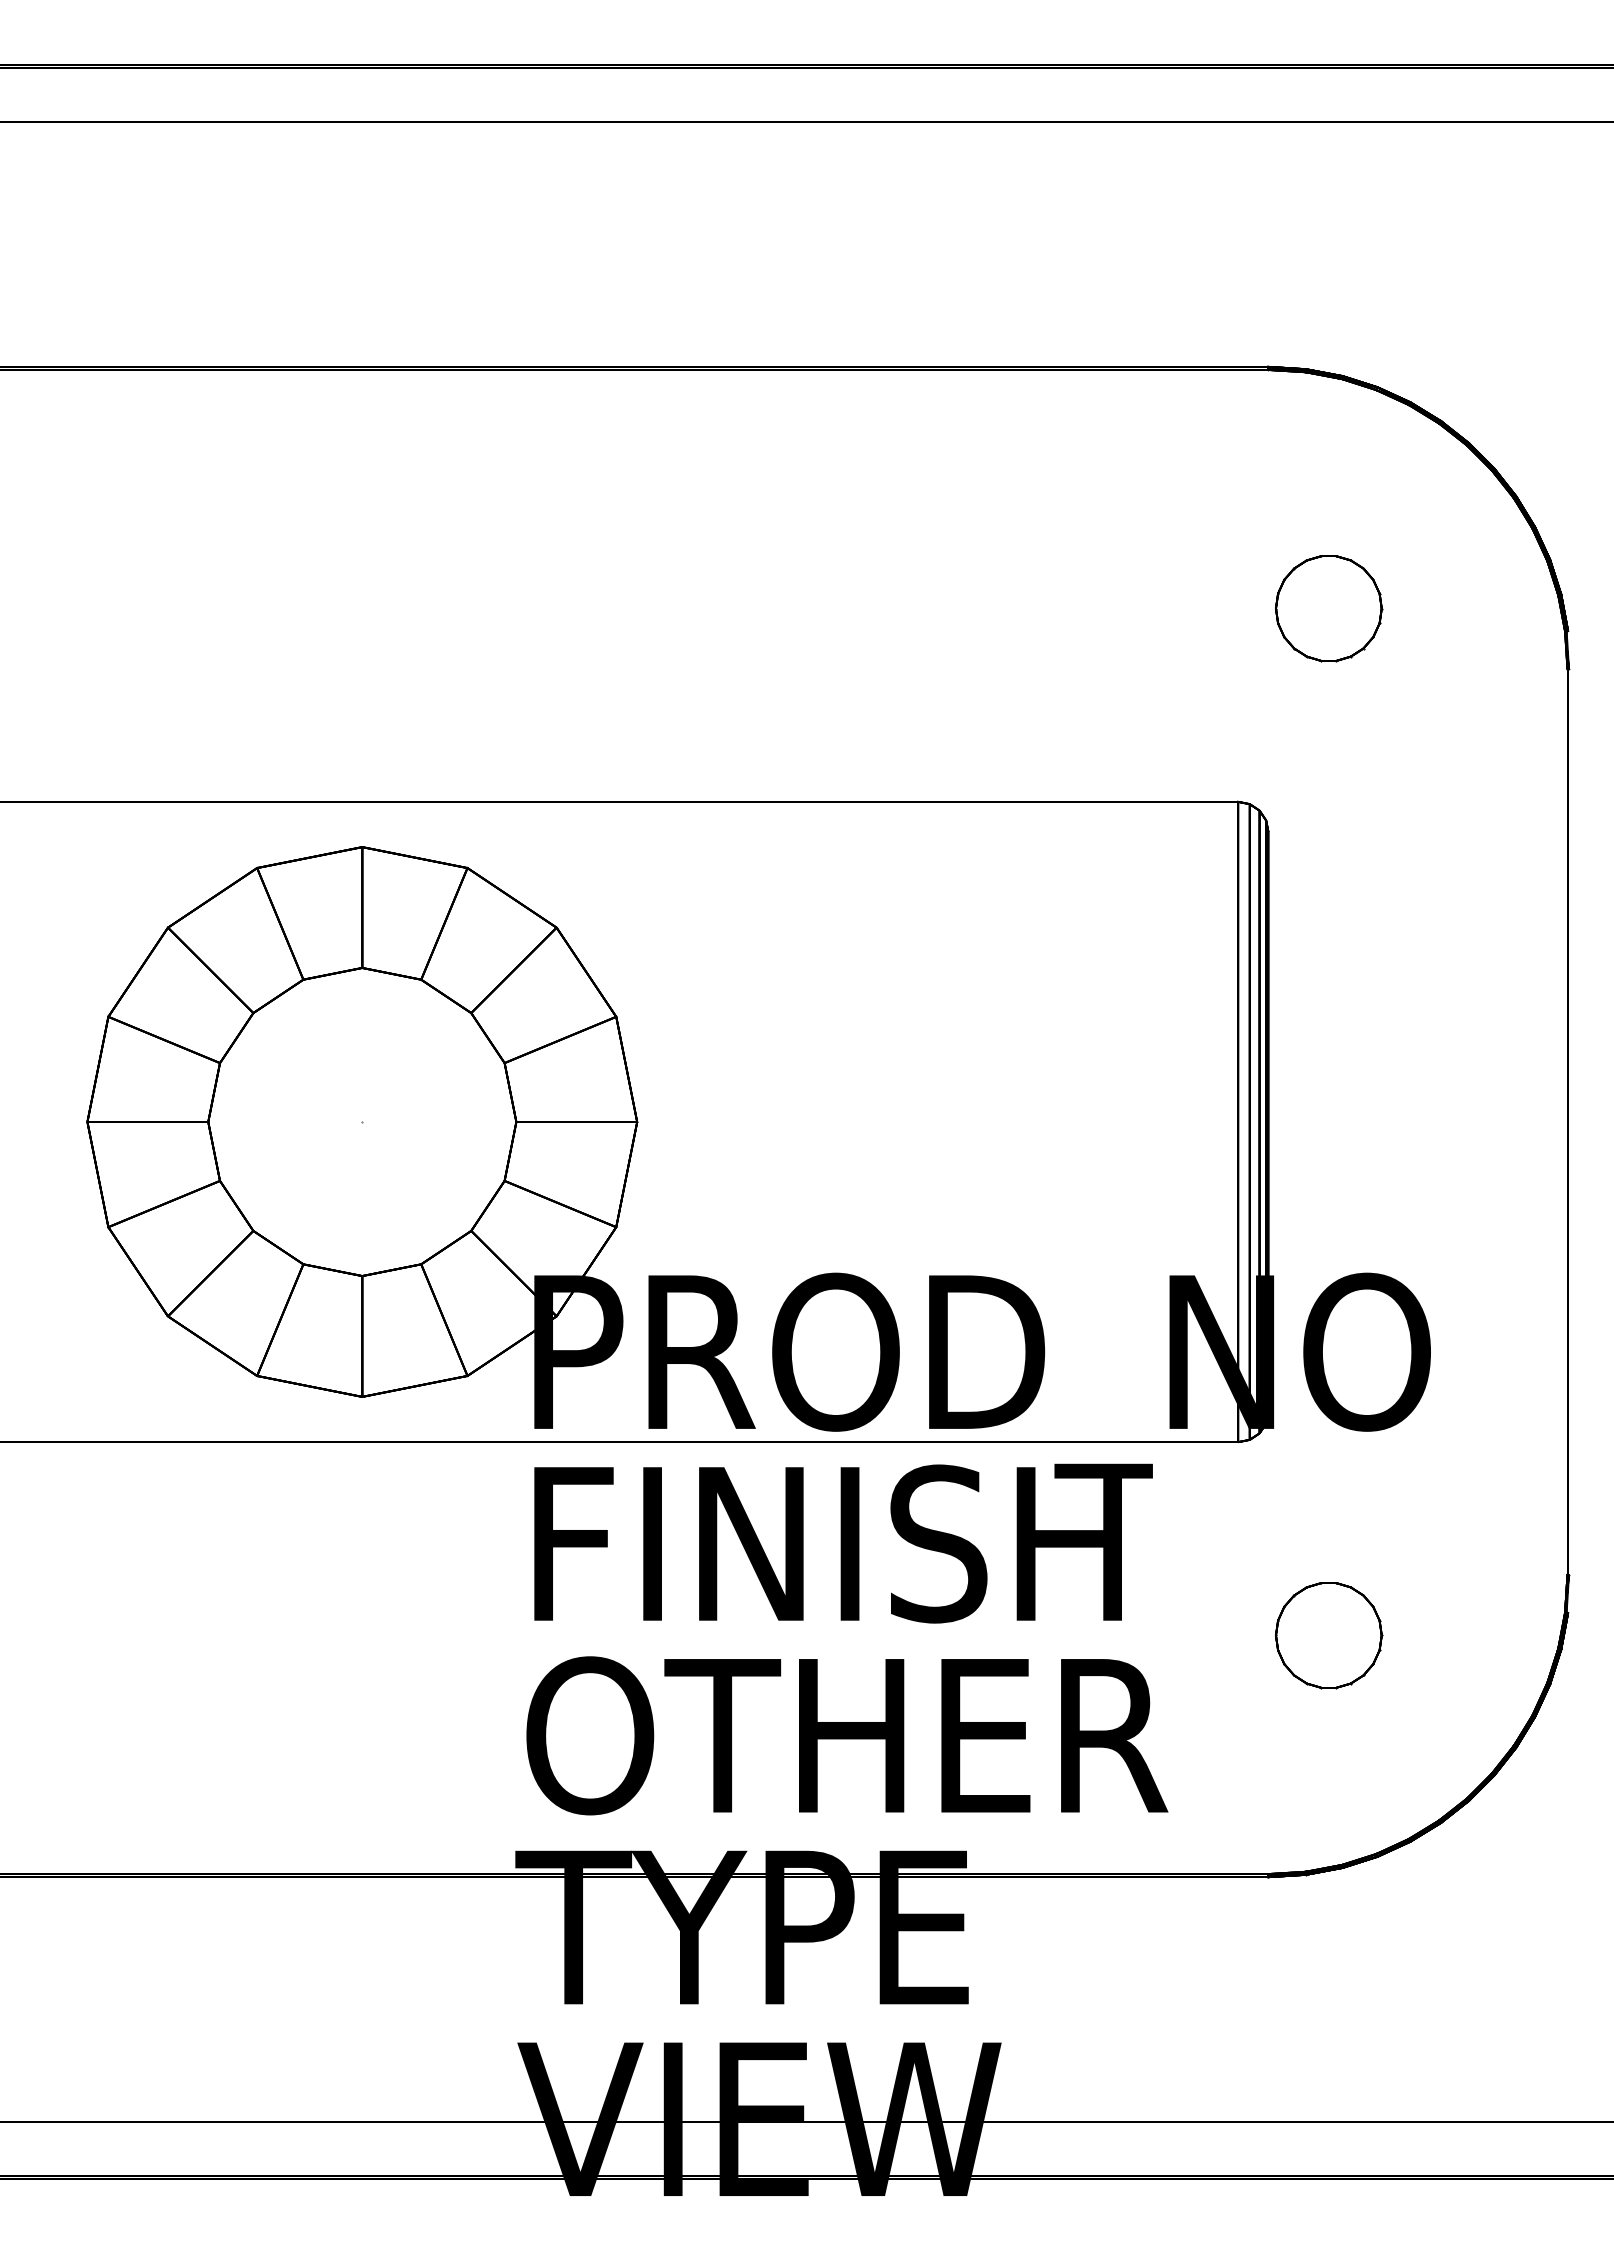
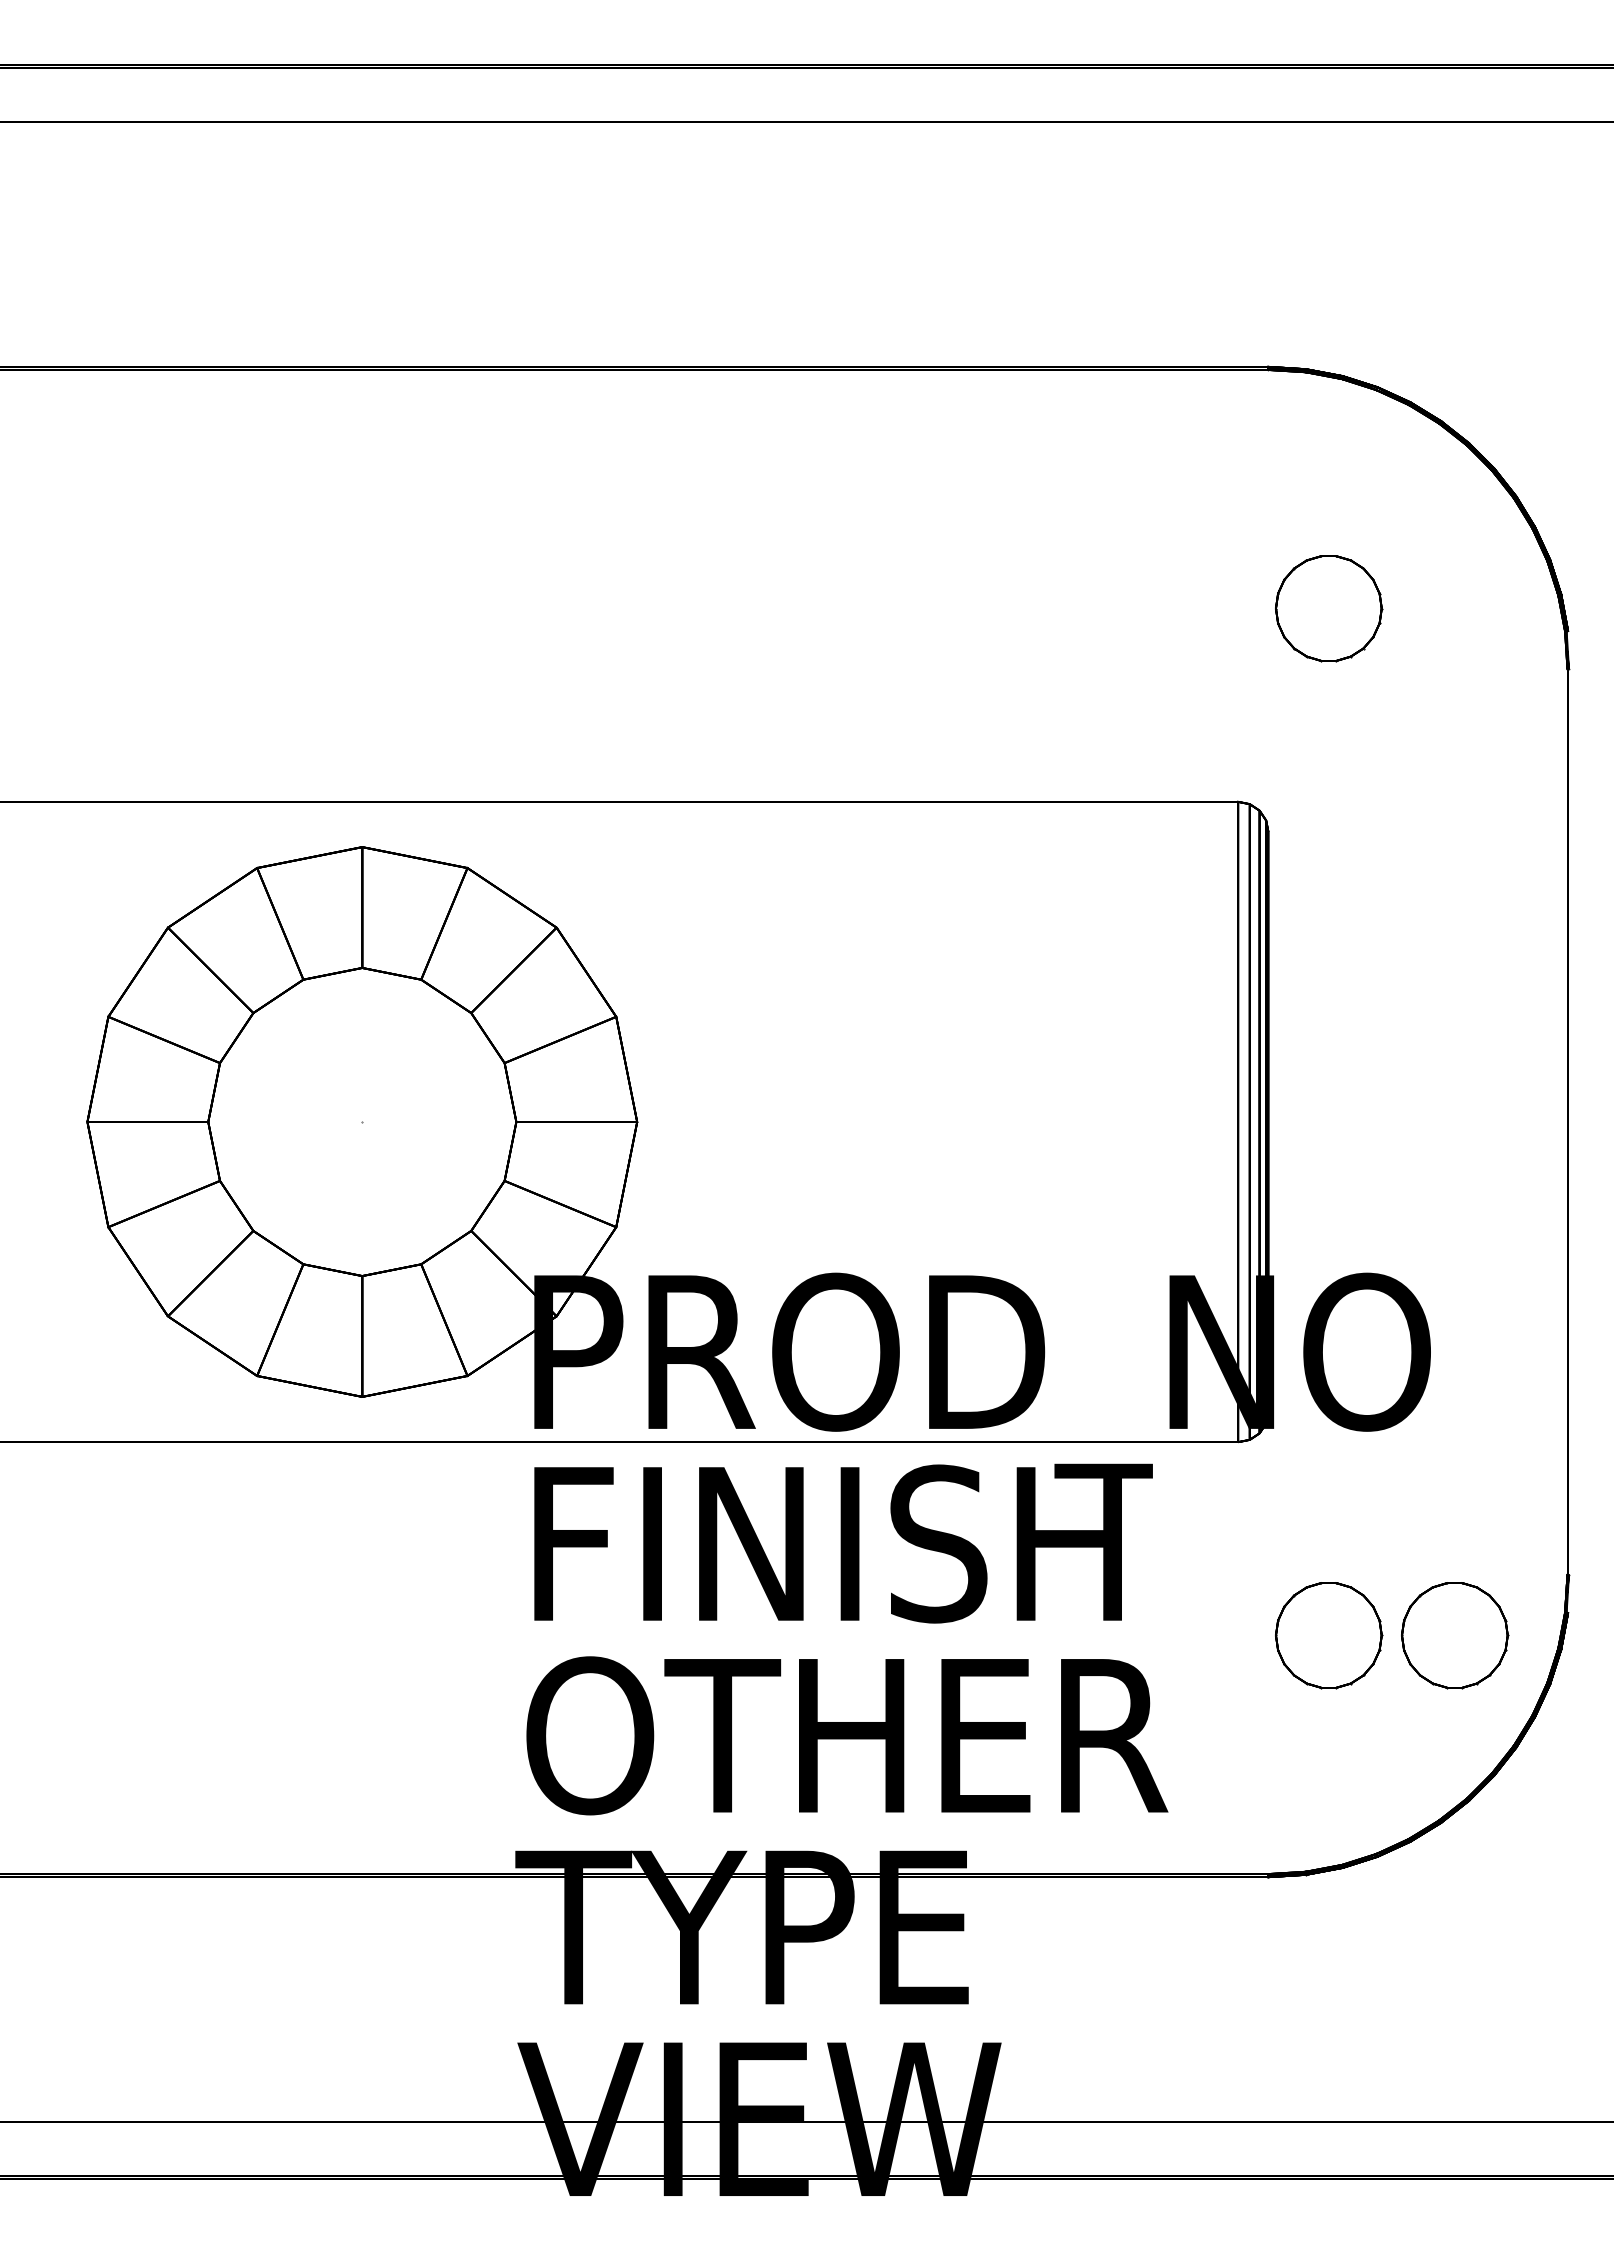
part at (1455, 1635): none -> present
